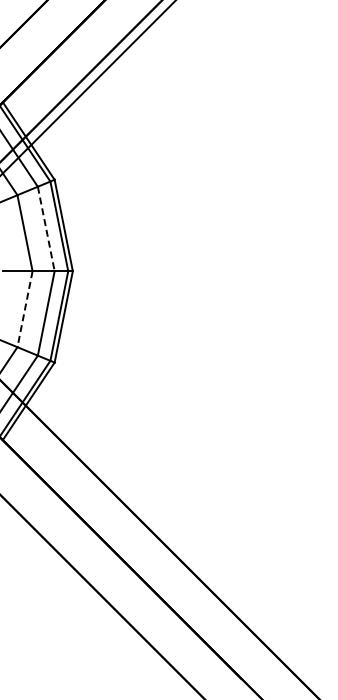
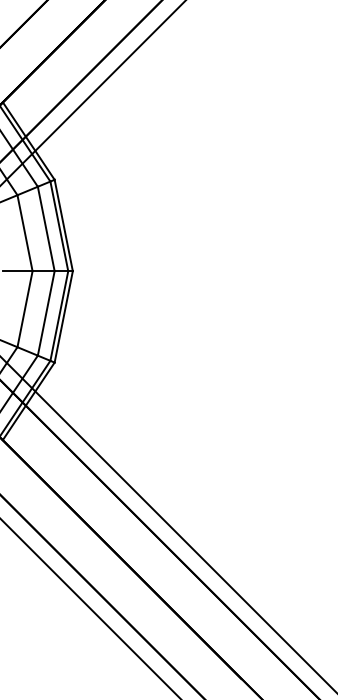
line at (87, 87) position: (87, 87) -> (92, 92)
line at (46, 229): dashed -> solid
line at (25, 309): dashed -> solid
line at (168, 524): none -> present
line at (90, 608): none -> present
